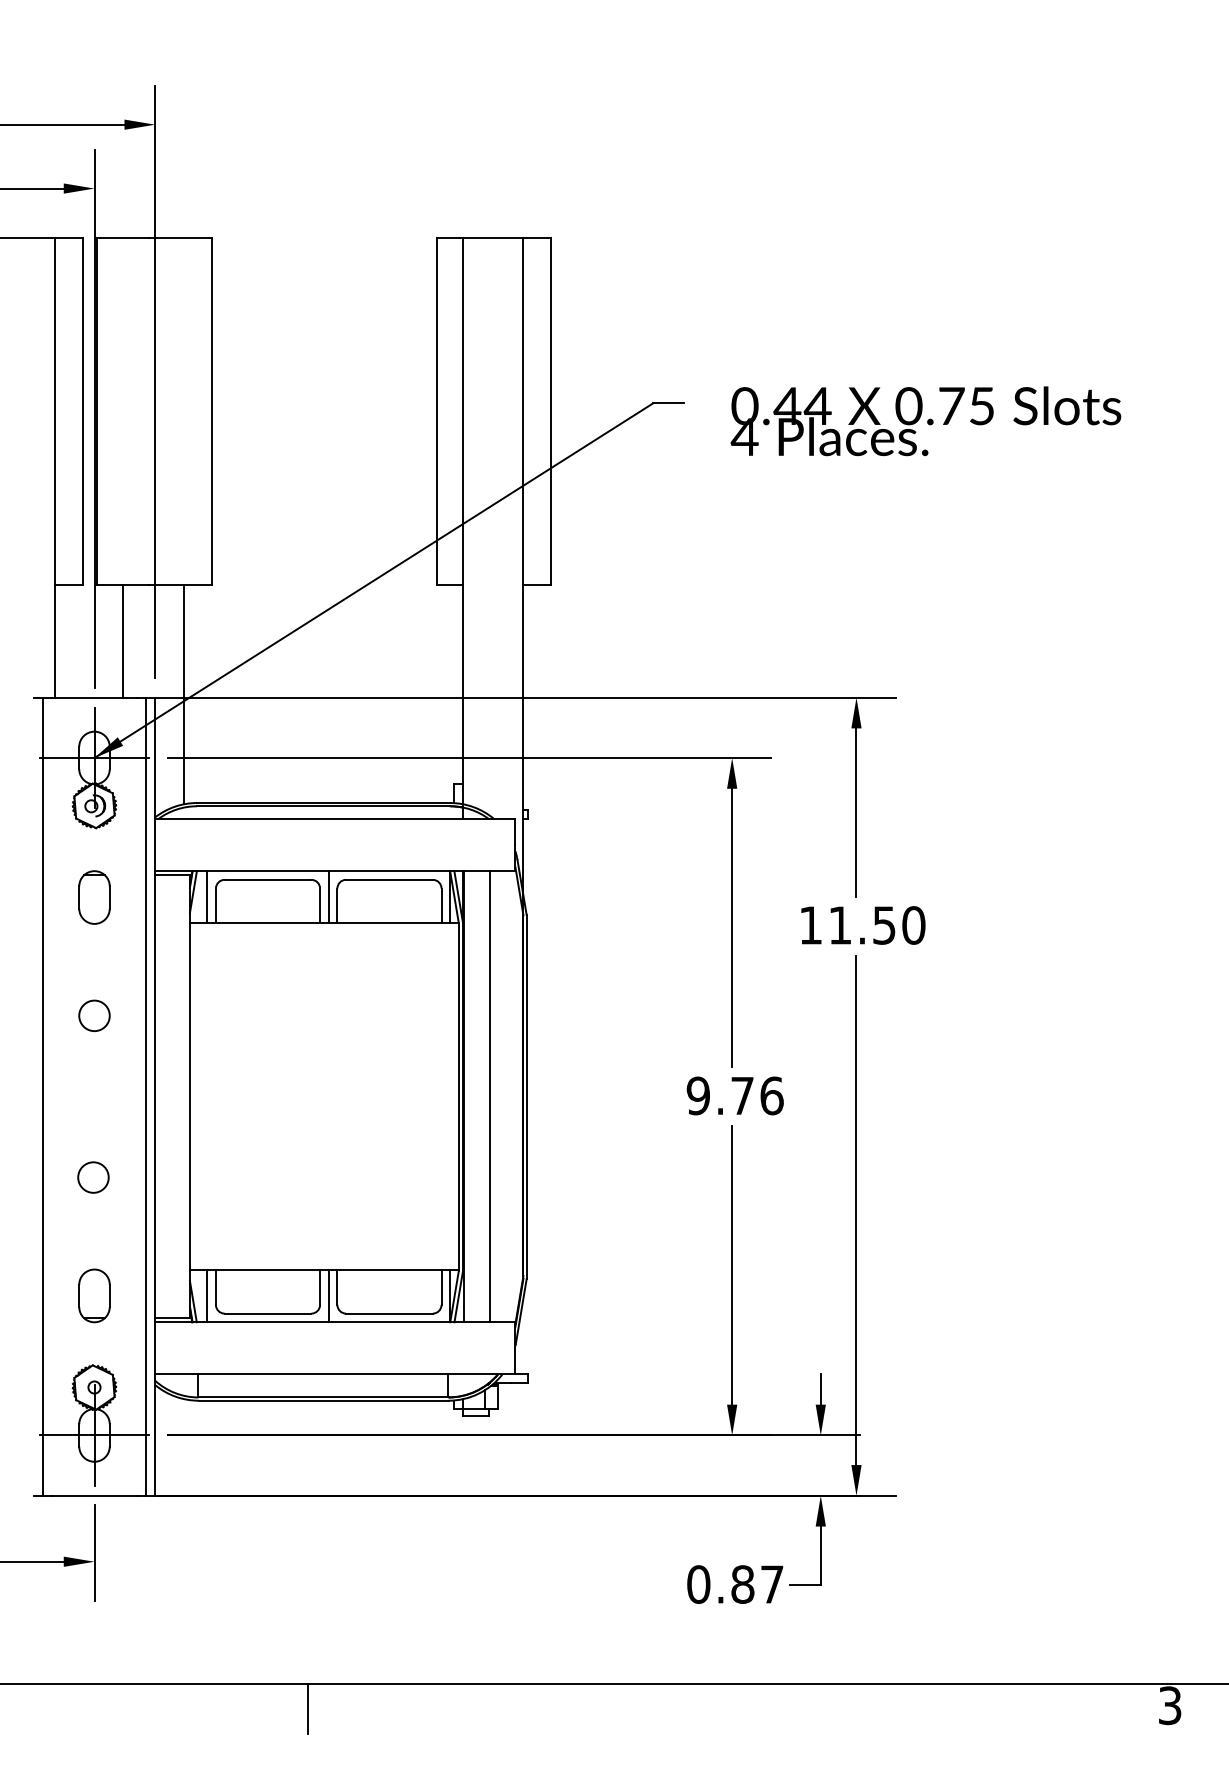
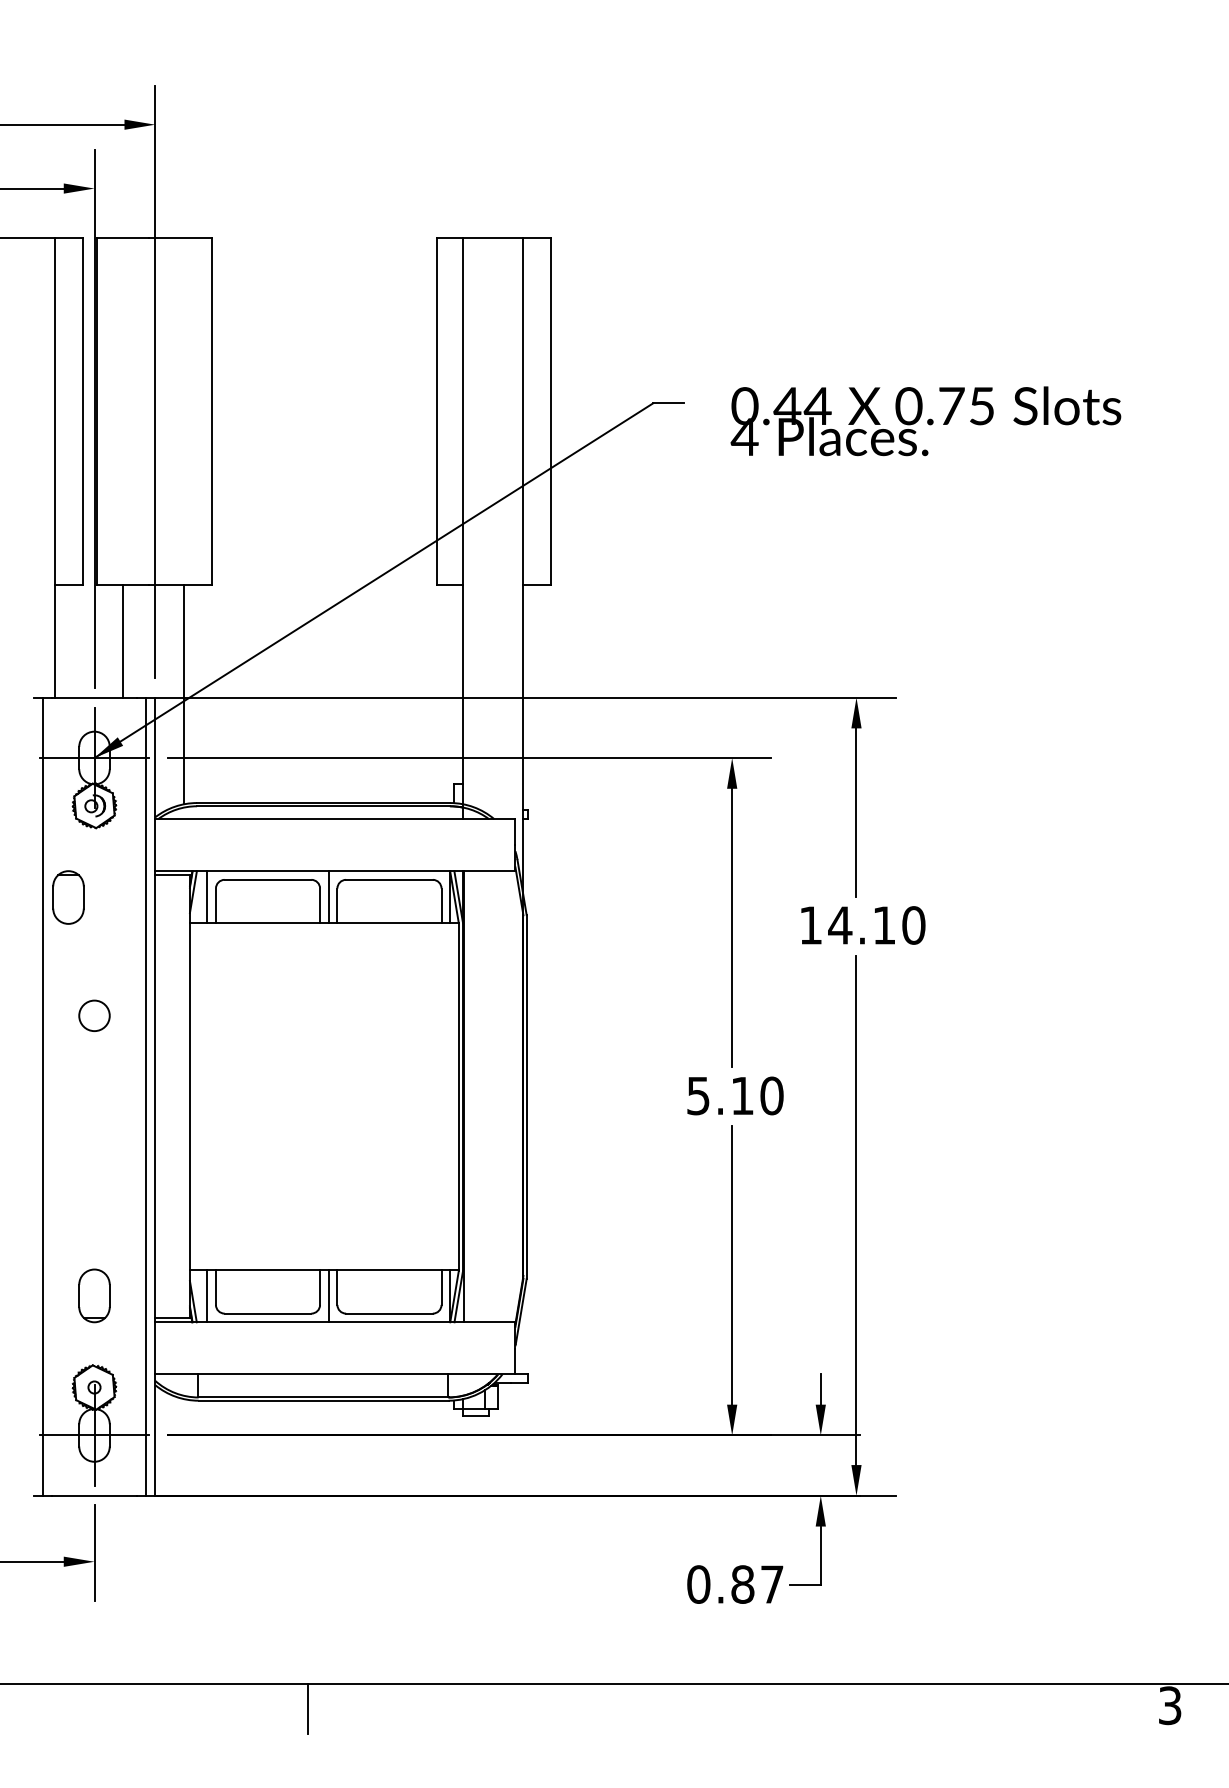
part at (94, 897) position: (94, 897) -> (68, 897)
text at (861, 925): 11.50 -> 14.10
text at (734, 1095): 9.76 -> 5.10
line at (489, 1096): present -> none
circle at (93, 1177): present -> none
